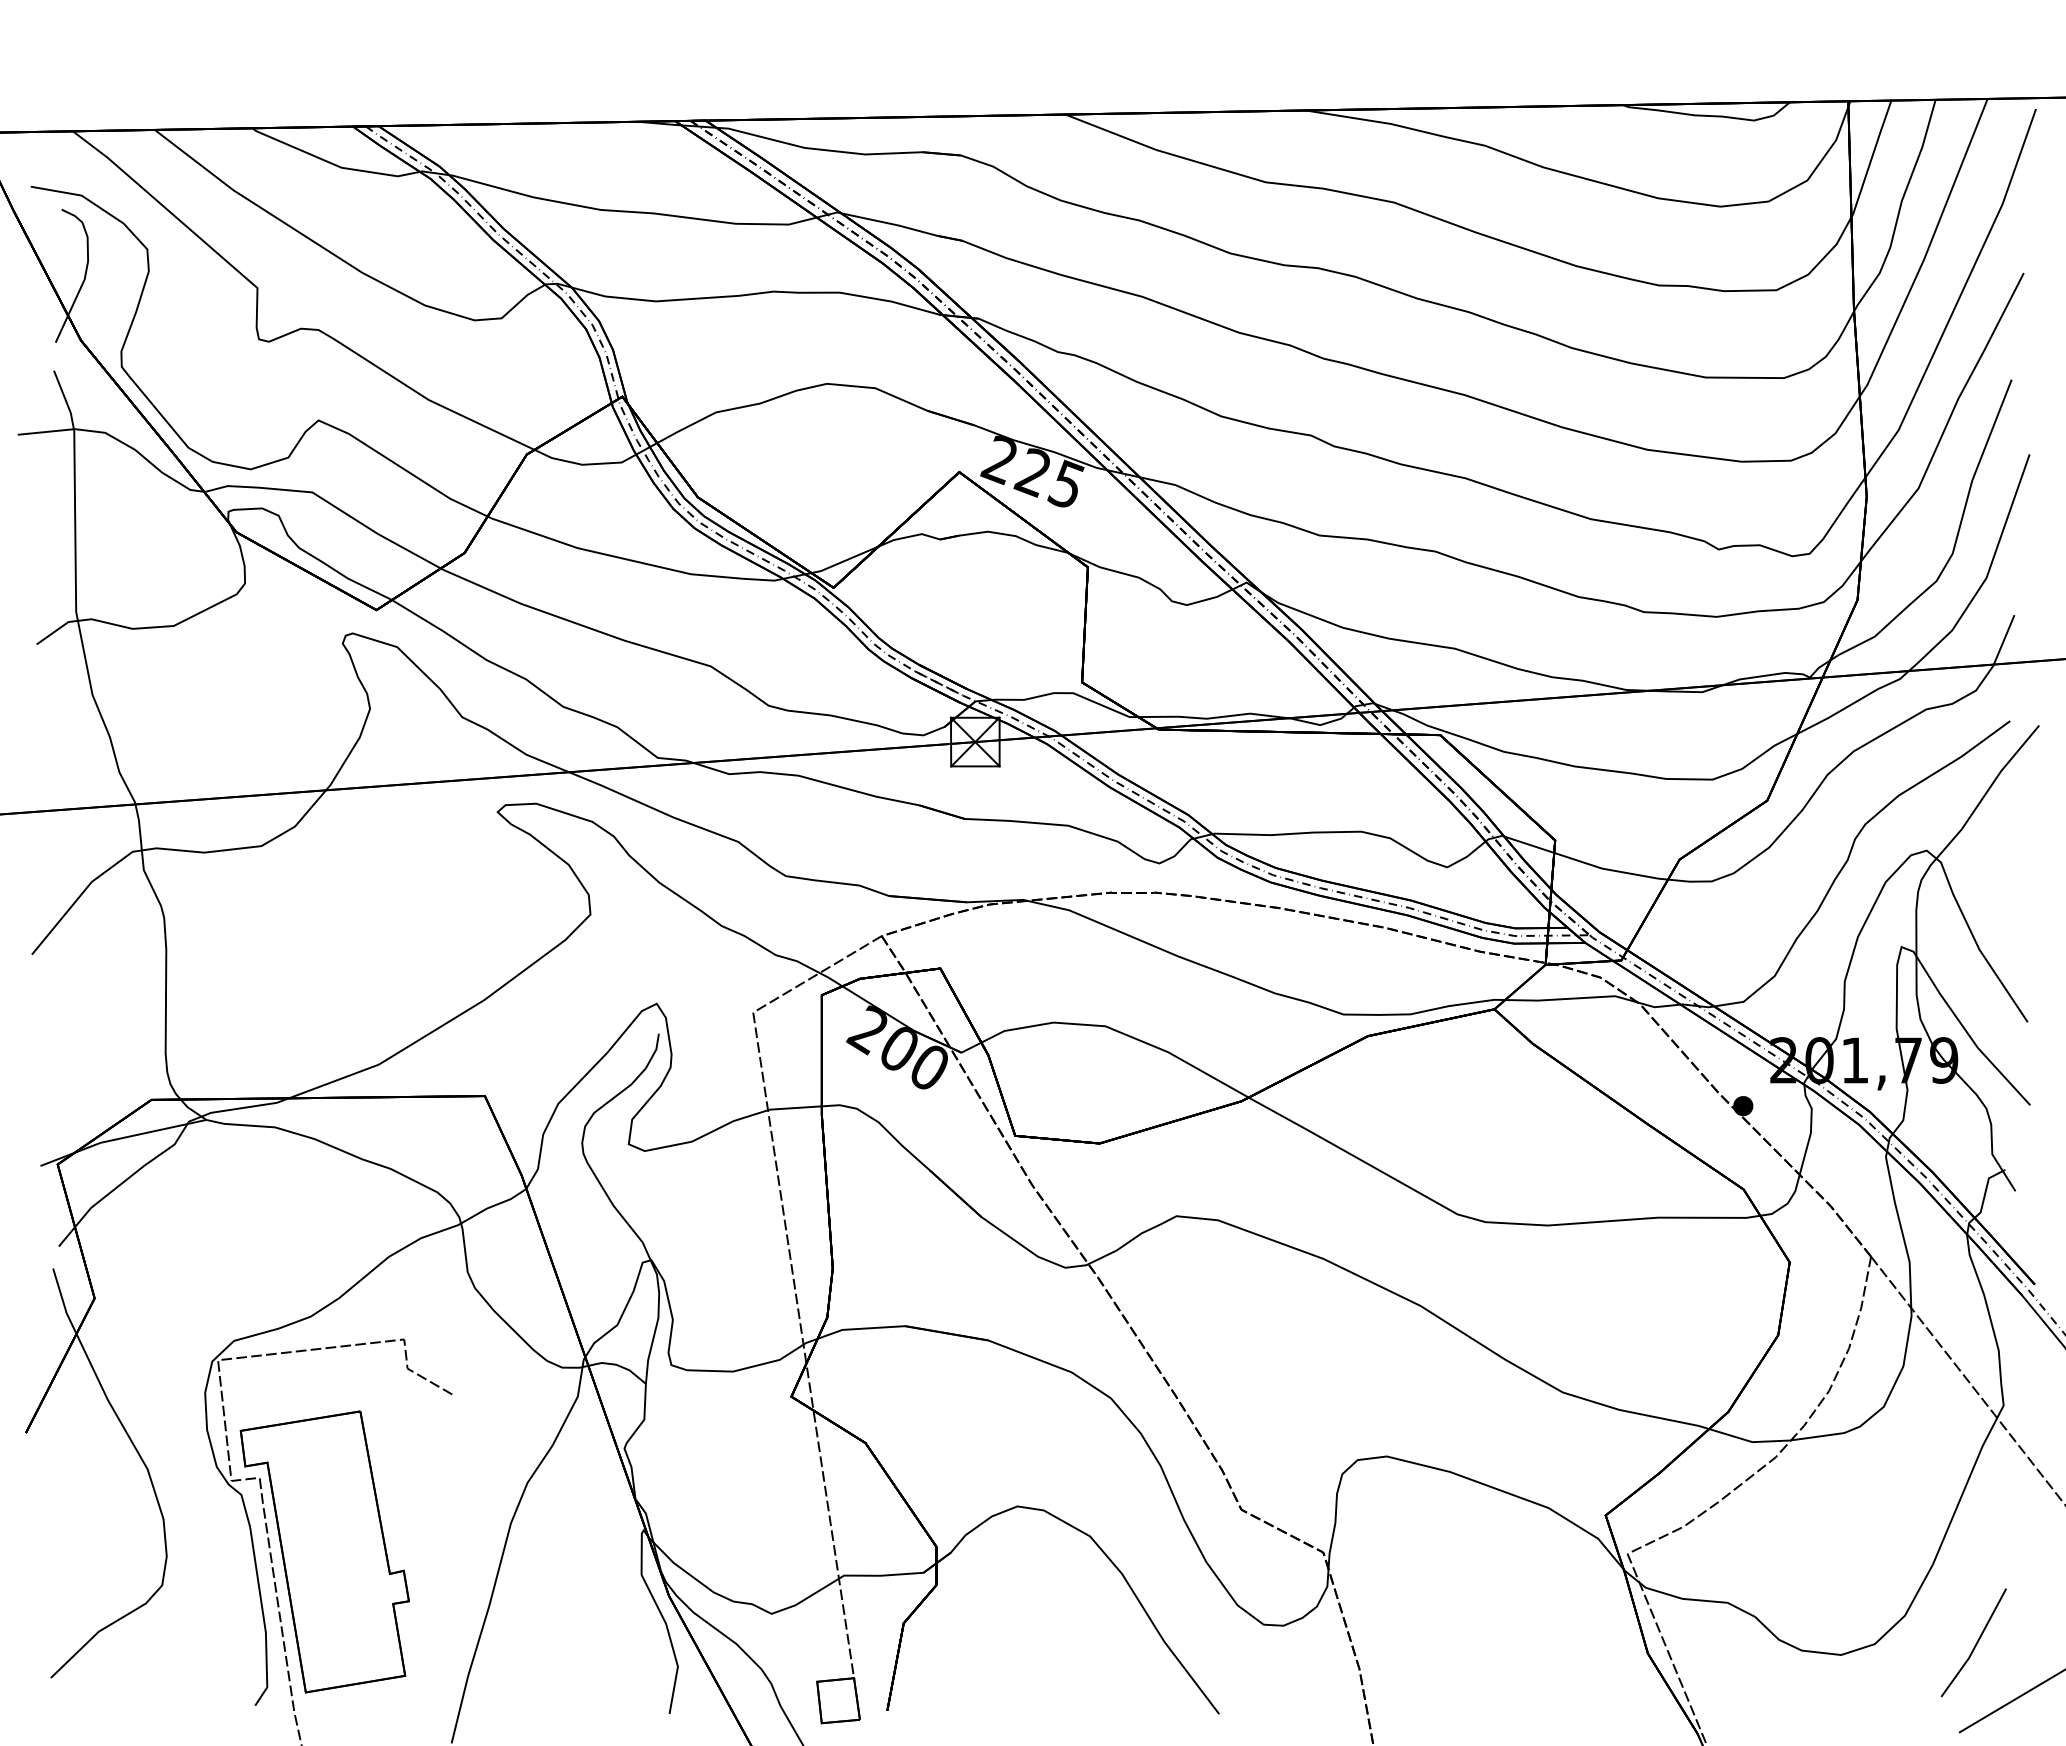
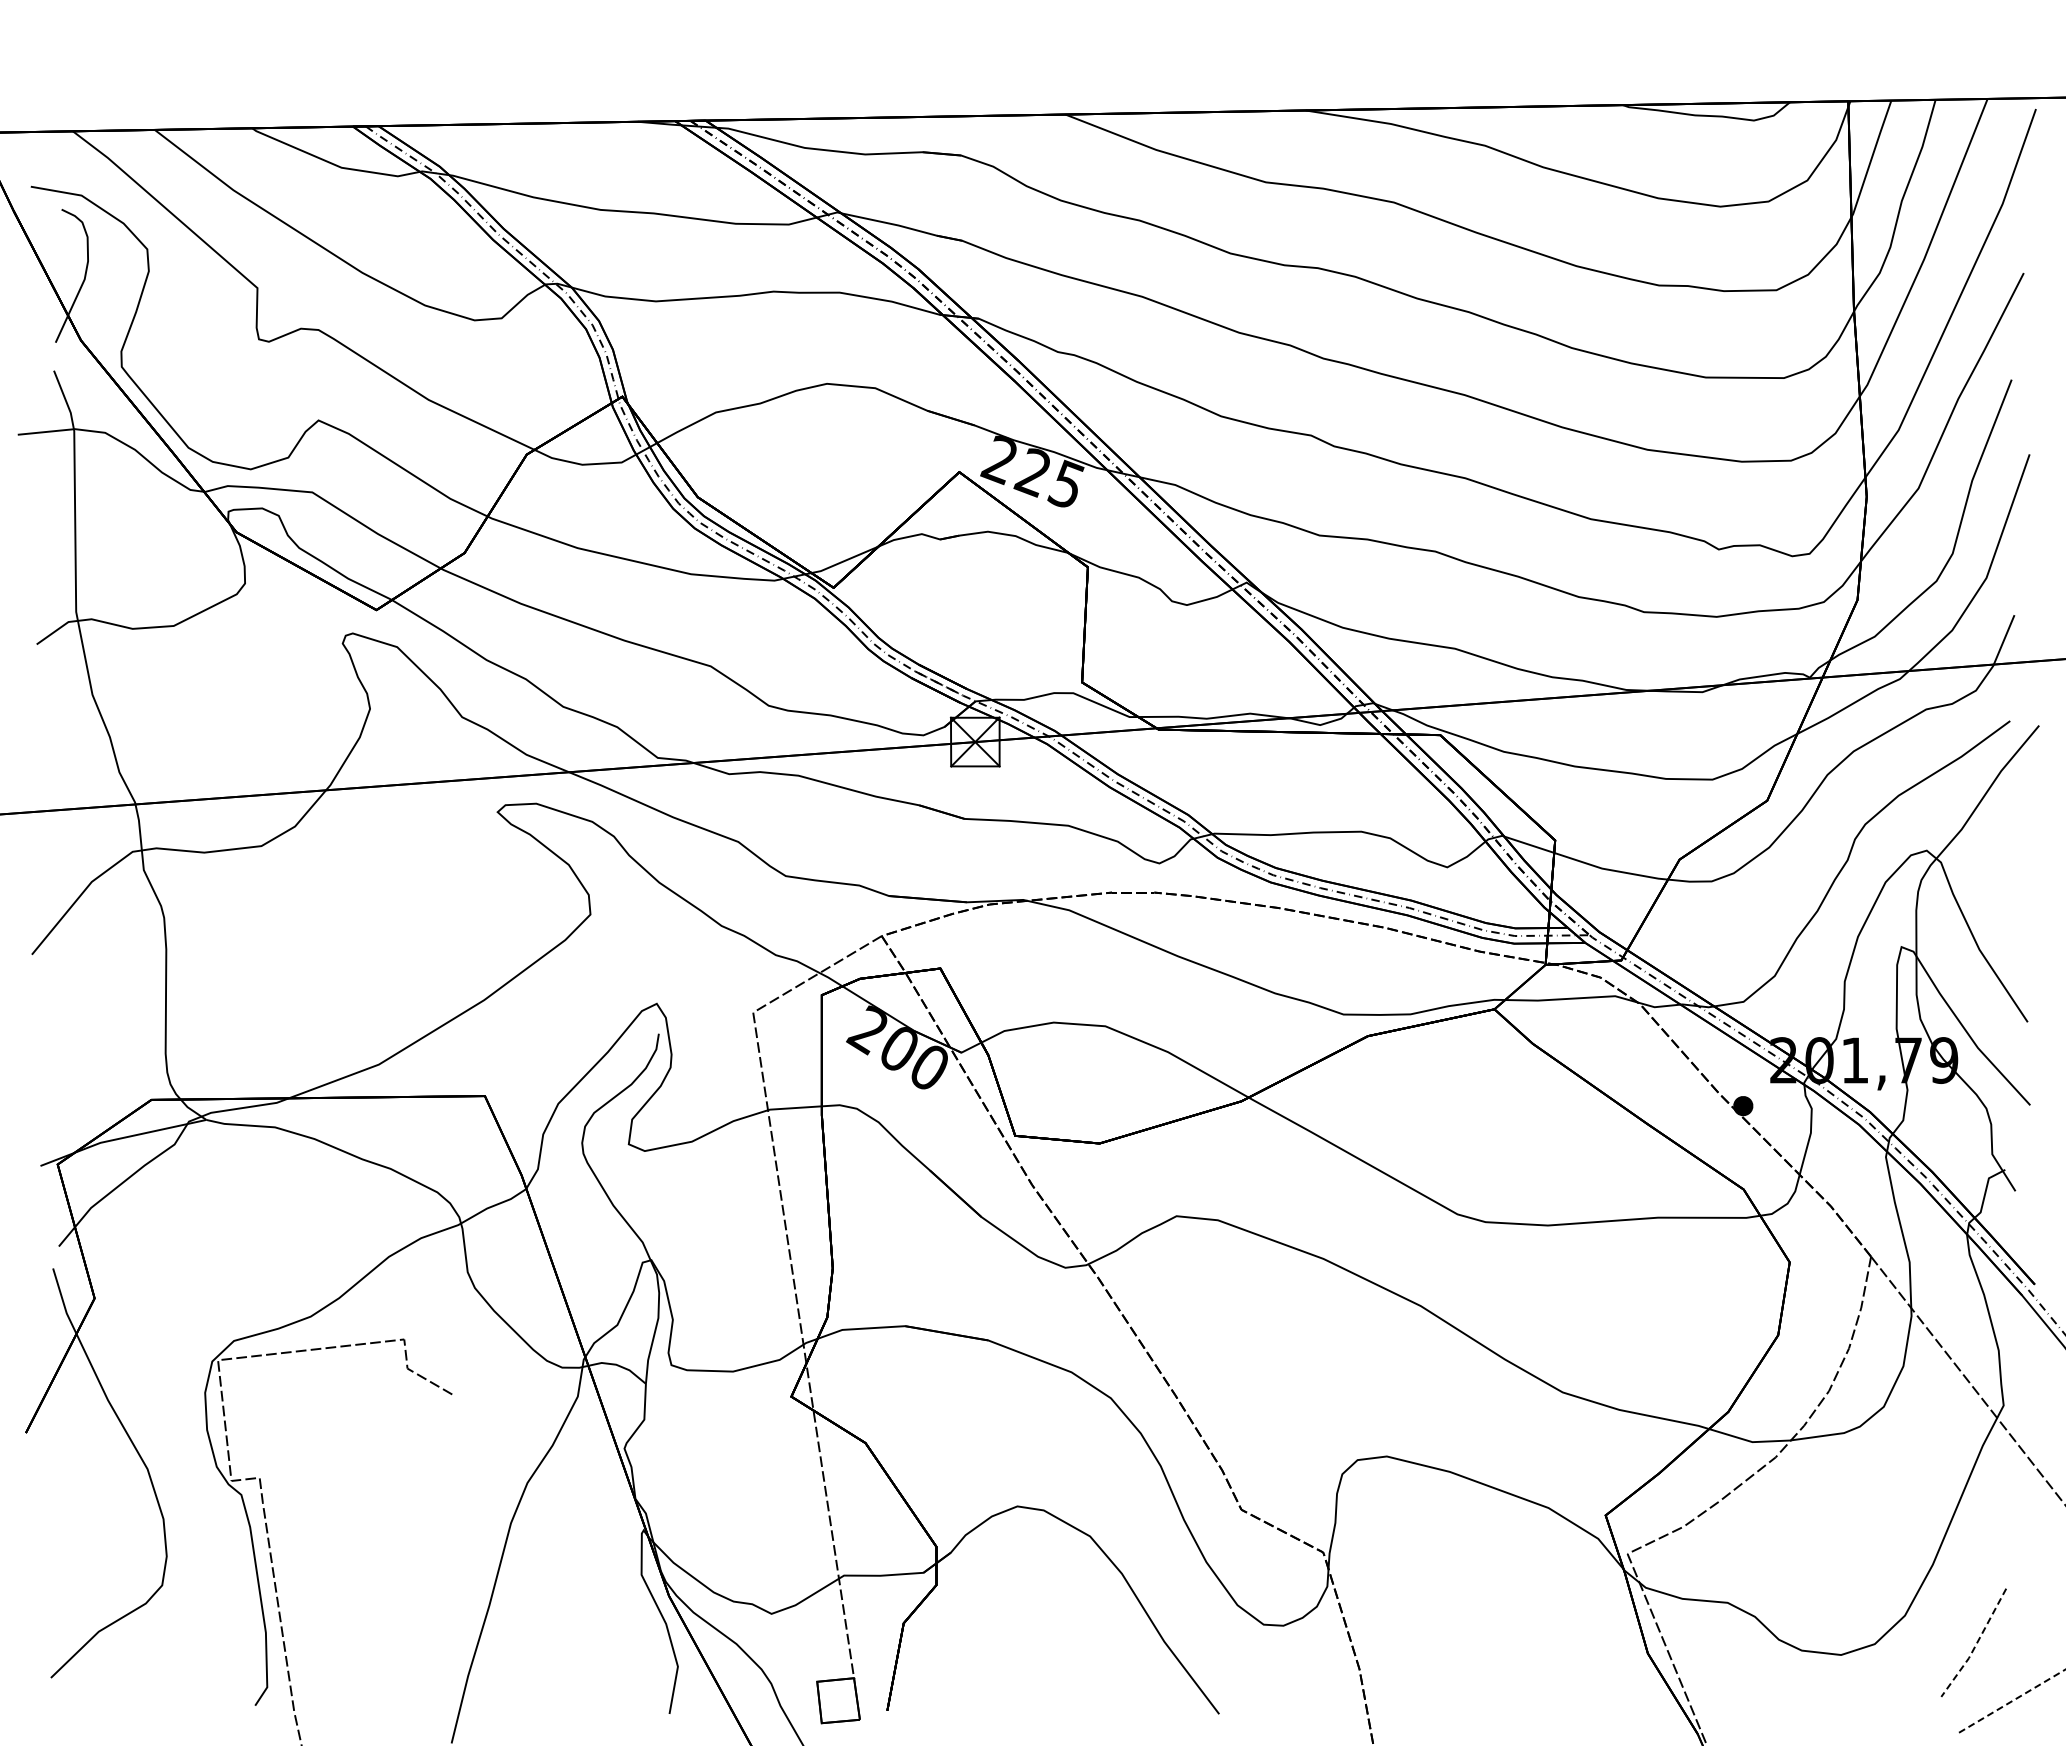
part at (324, 1551): present -> none
line at (1976, 1645): solid -> dashed
line at (2012, 1701): solid -> dashed
